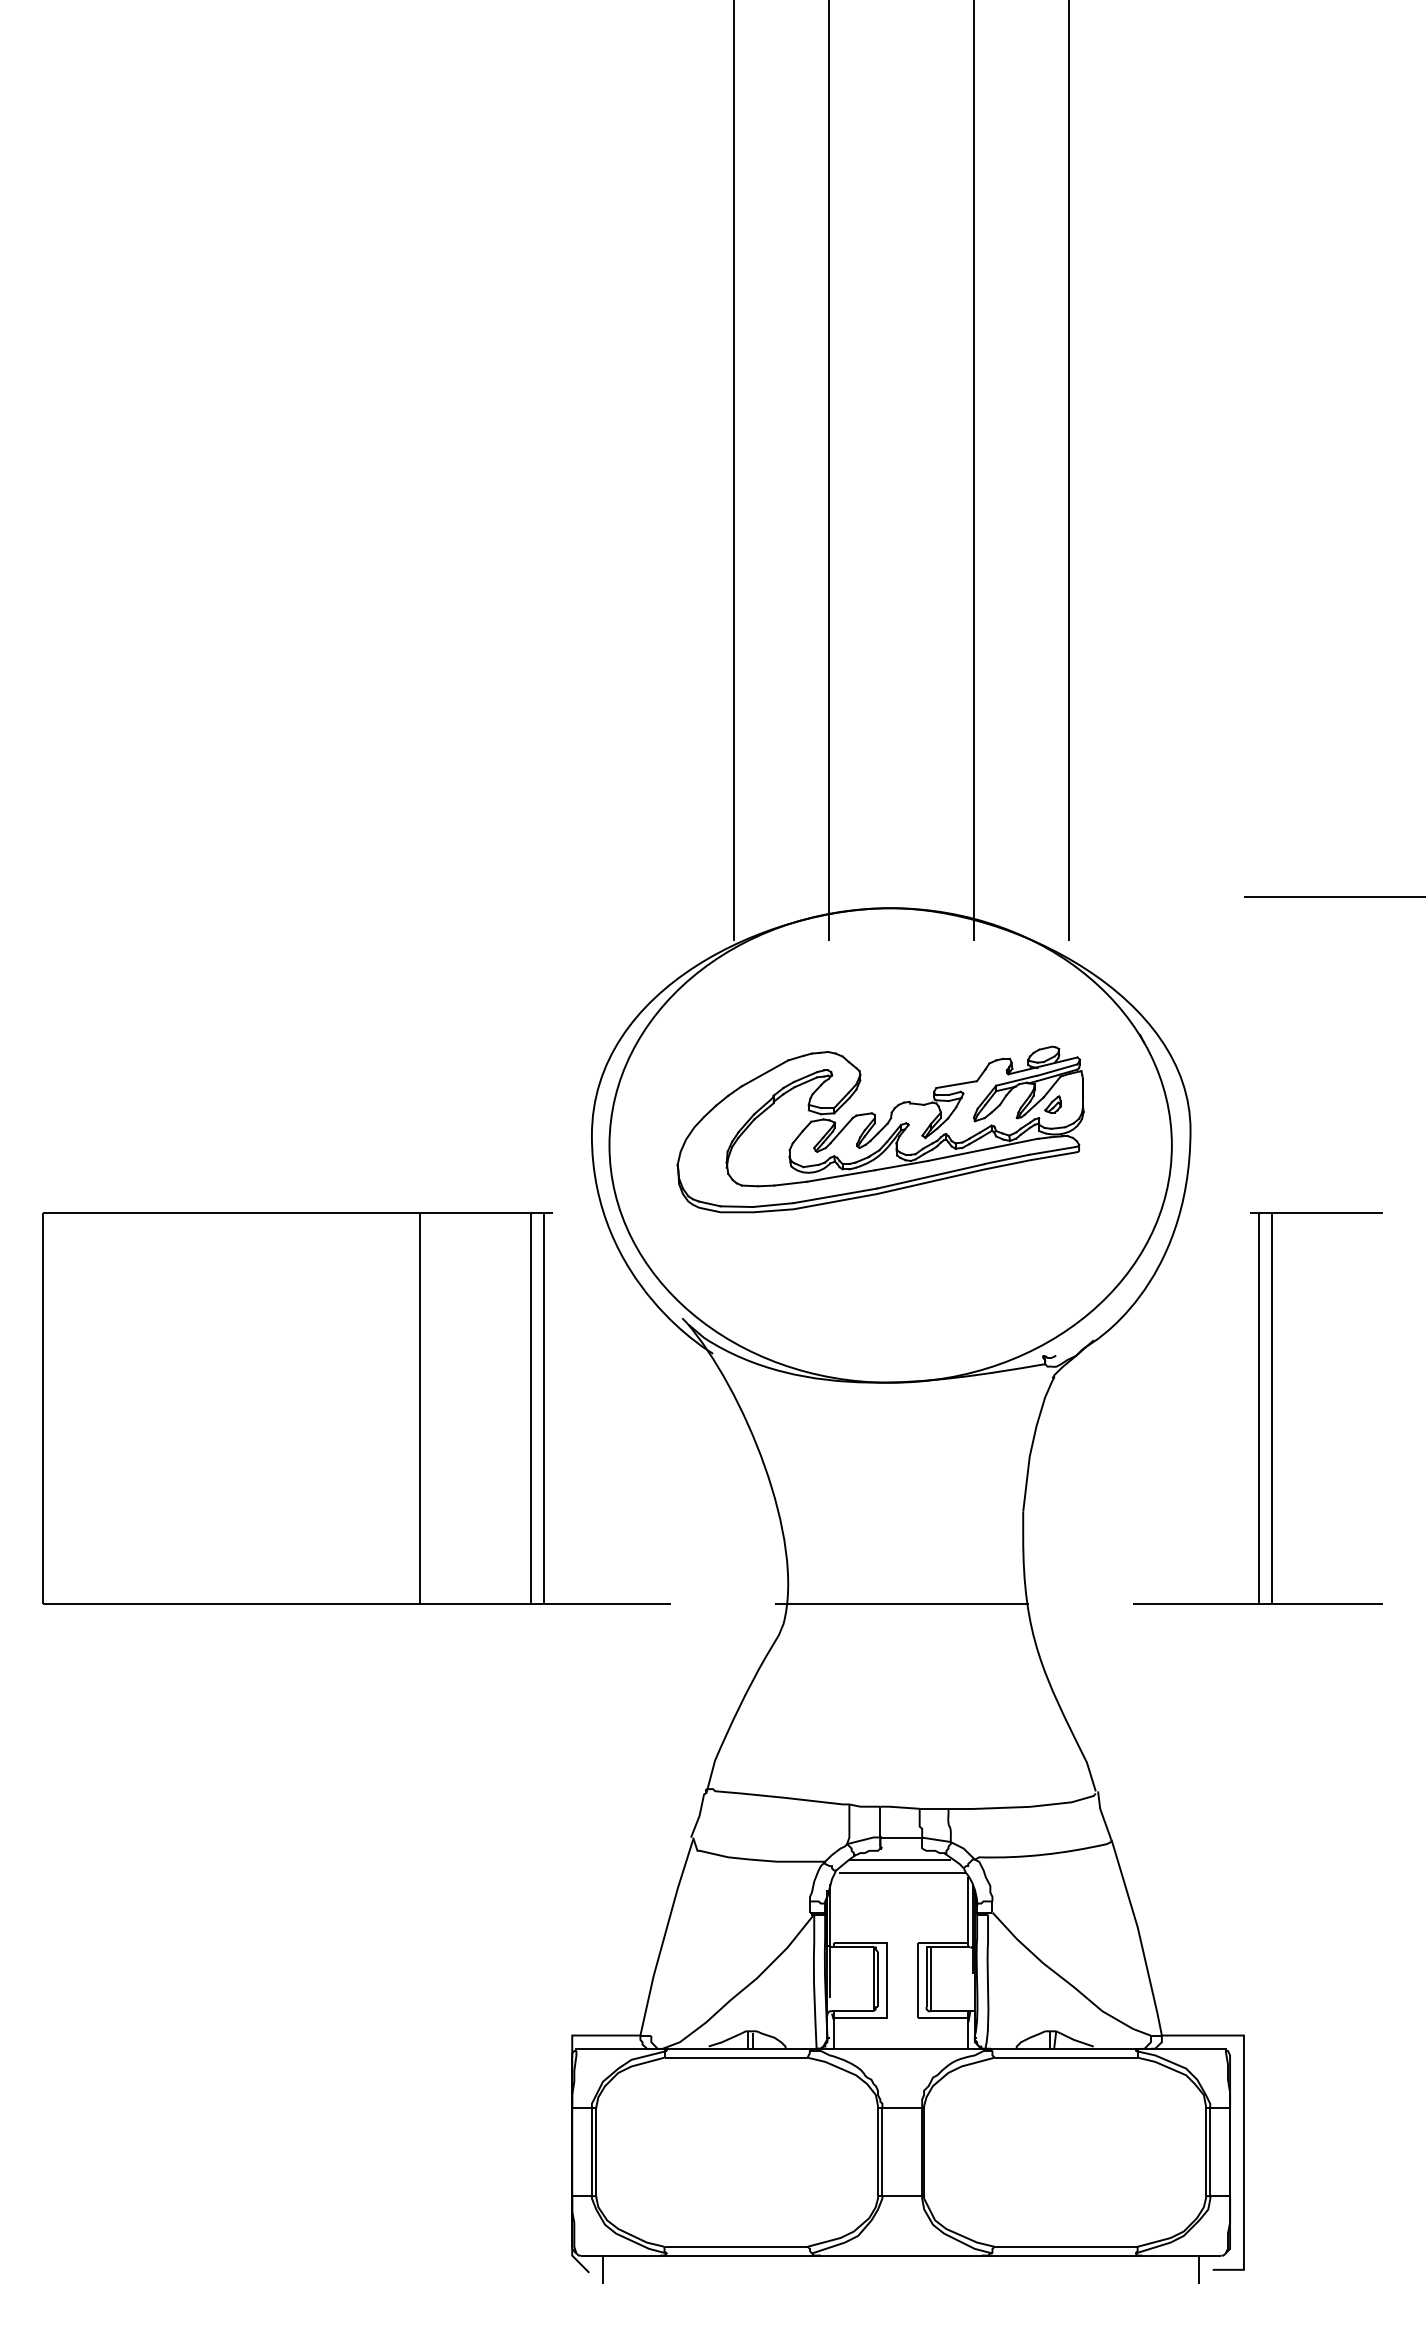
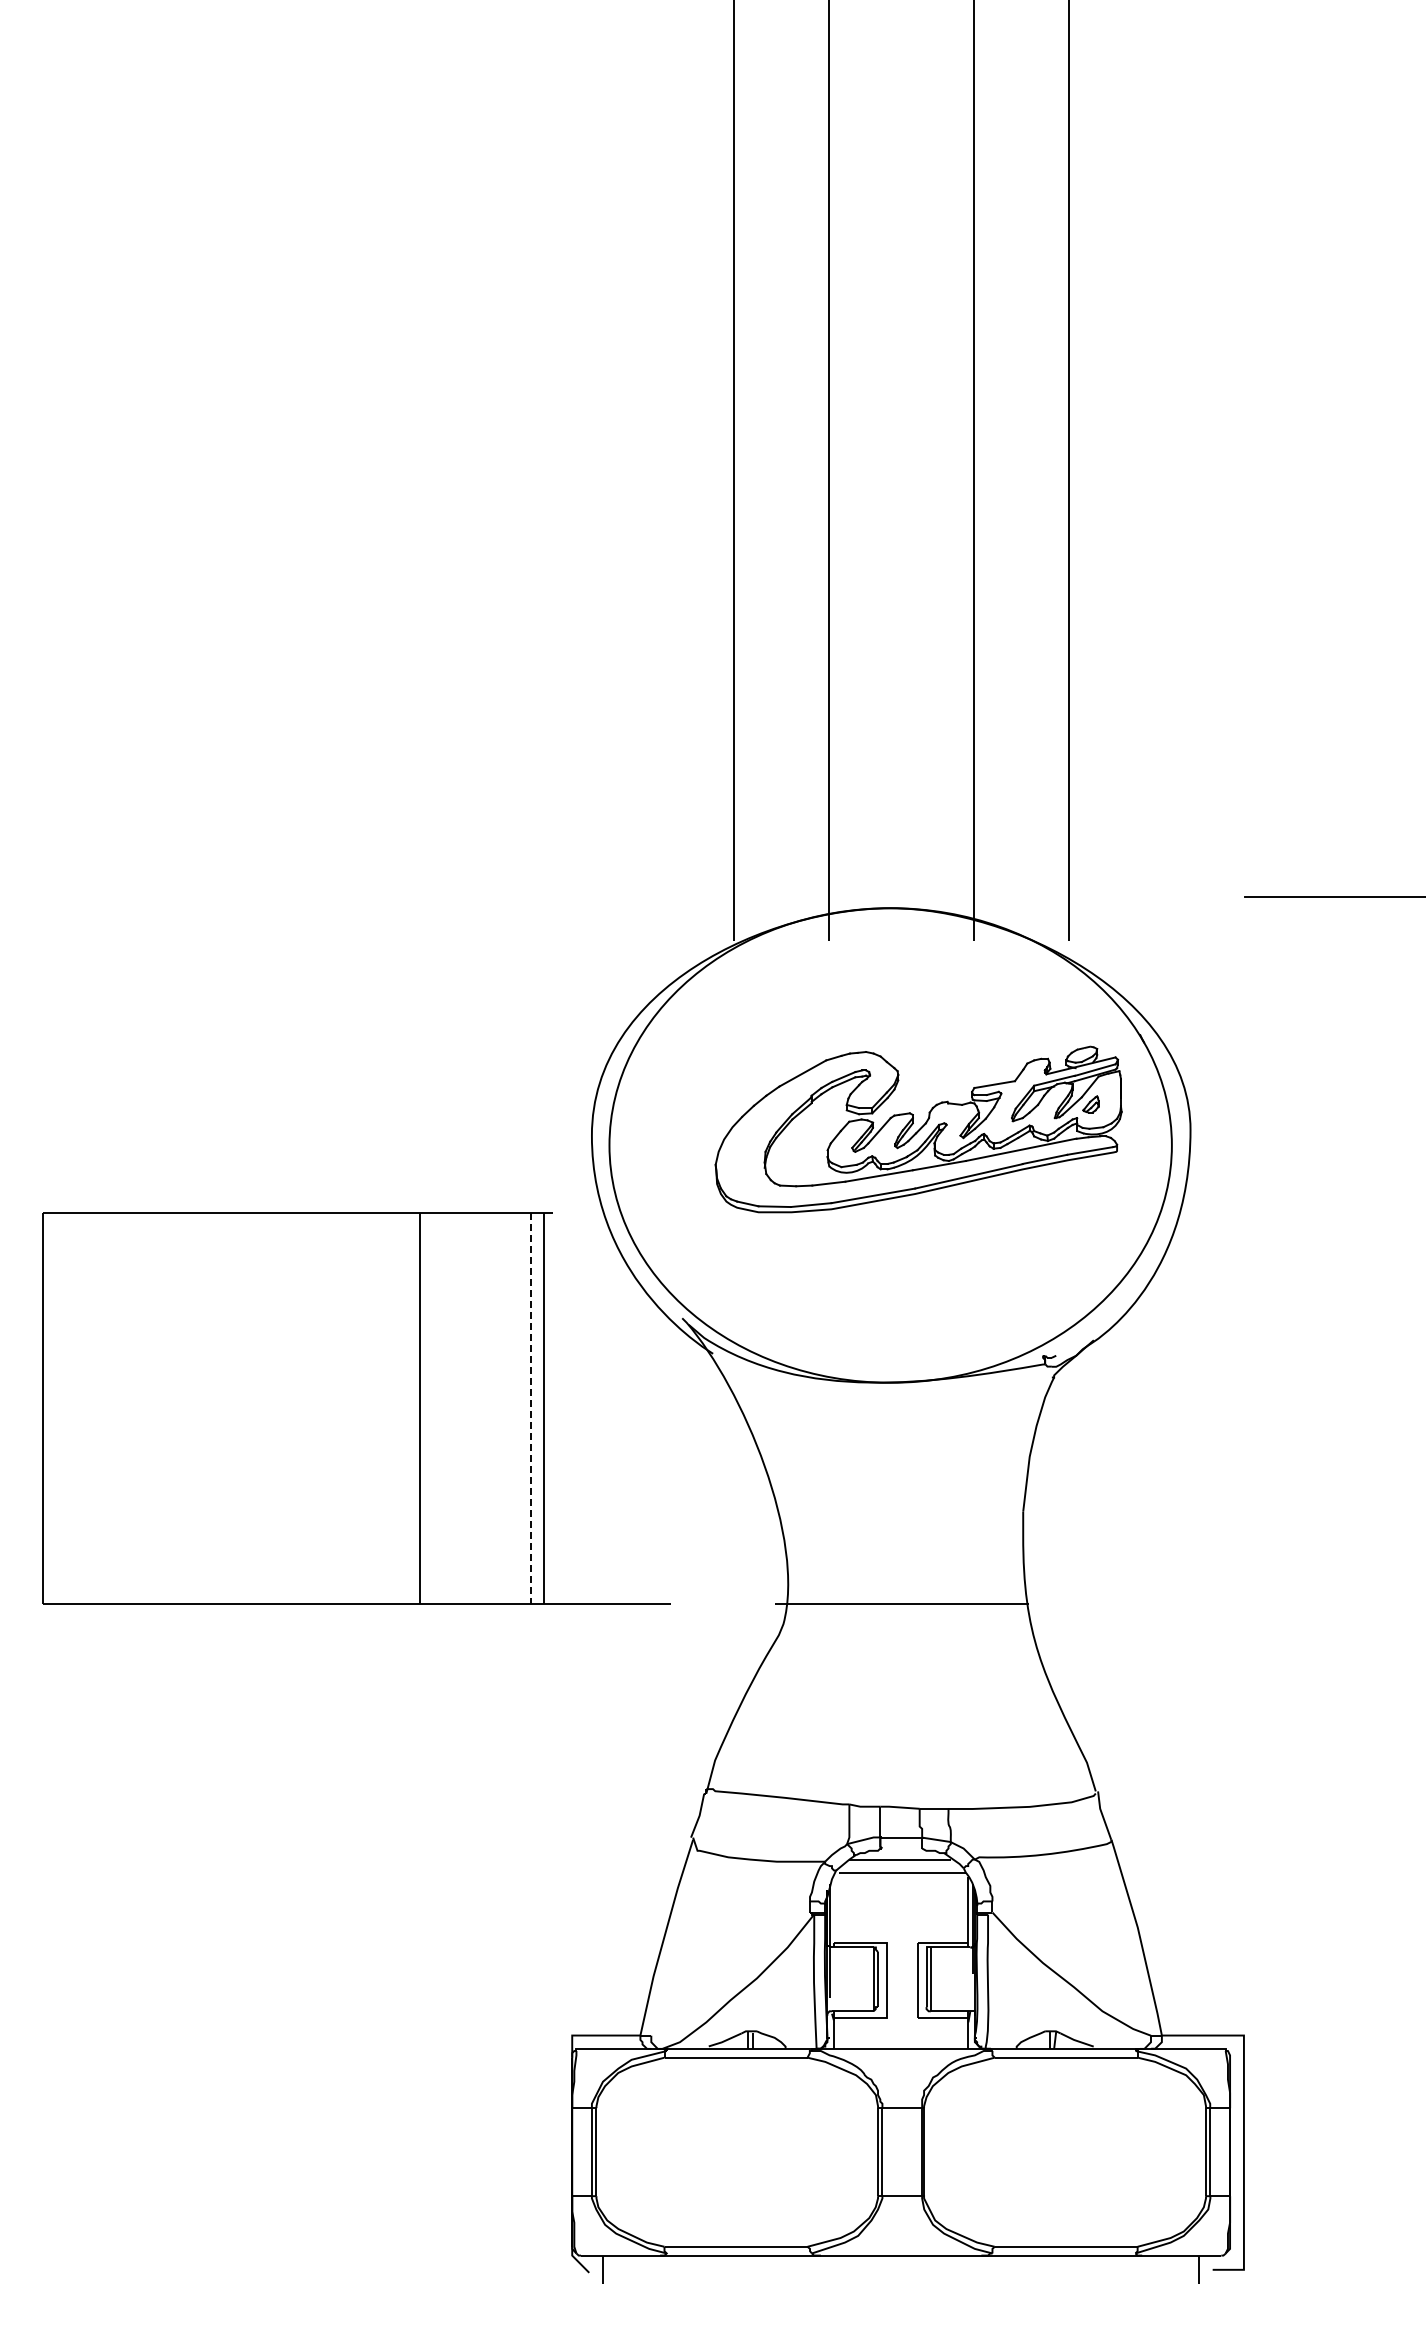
part at (880, 1129) position: (880, 1129) -> (918, 1129)
part at (1257, 1408): present -> none
line at (531, 1409): solid -> dashed
